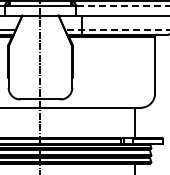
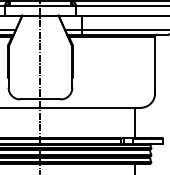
line at (122, 6): dashed -> solid
line at (116, 29): dashed -> solid
